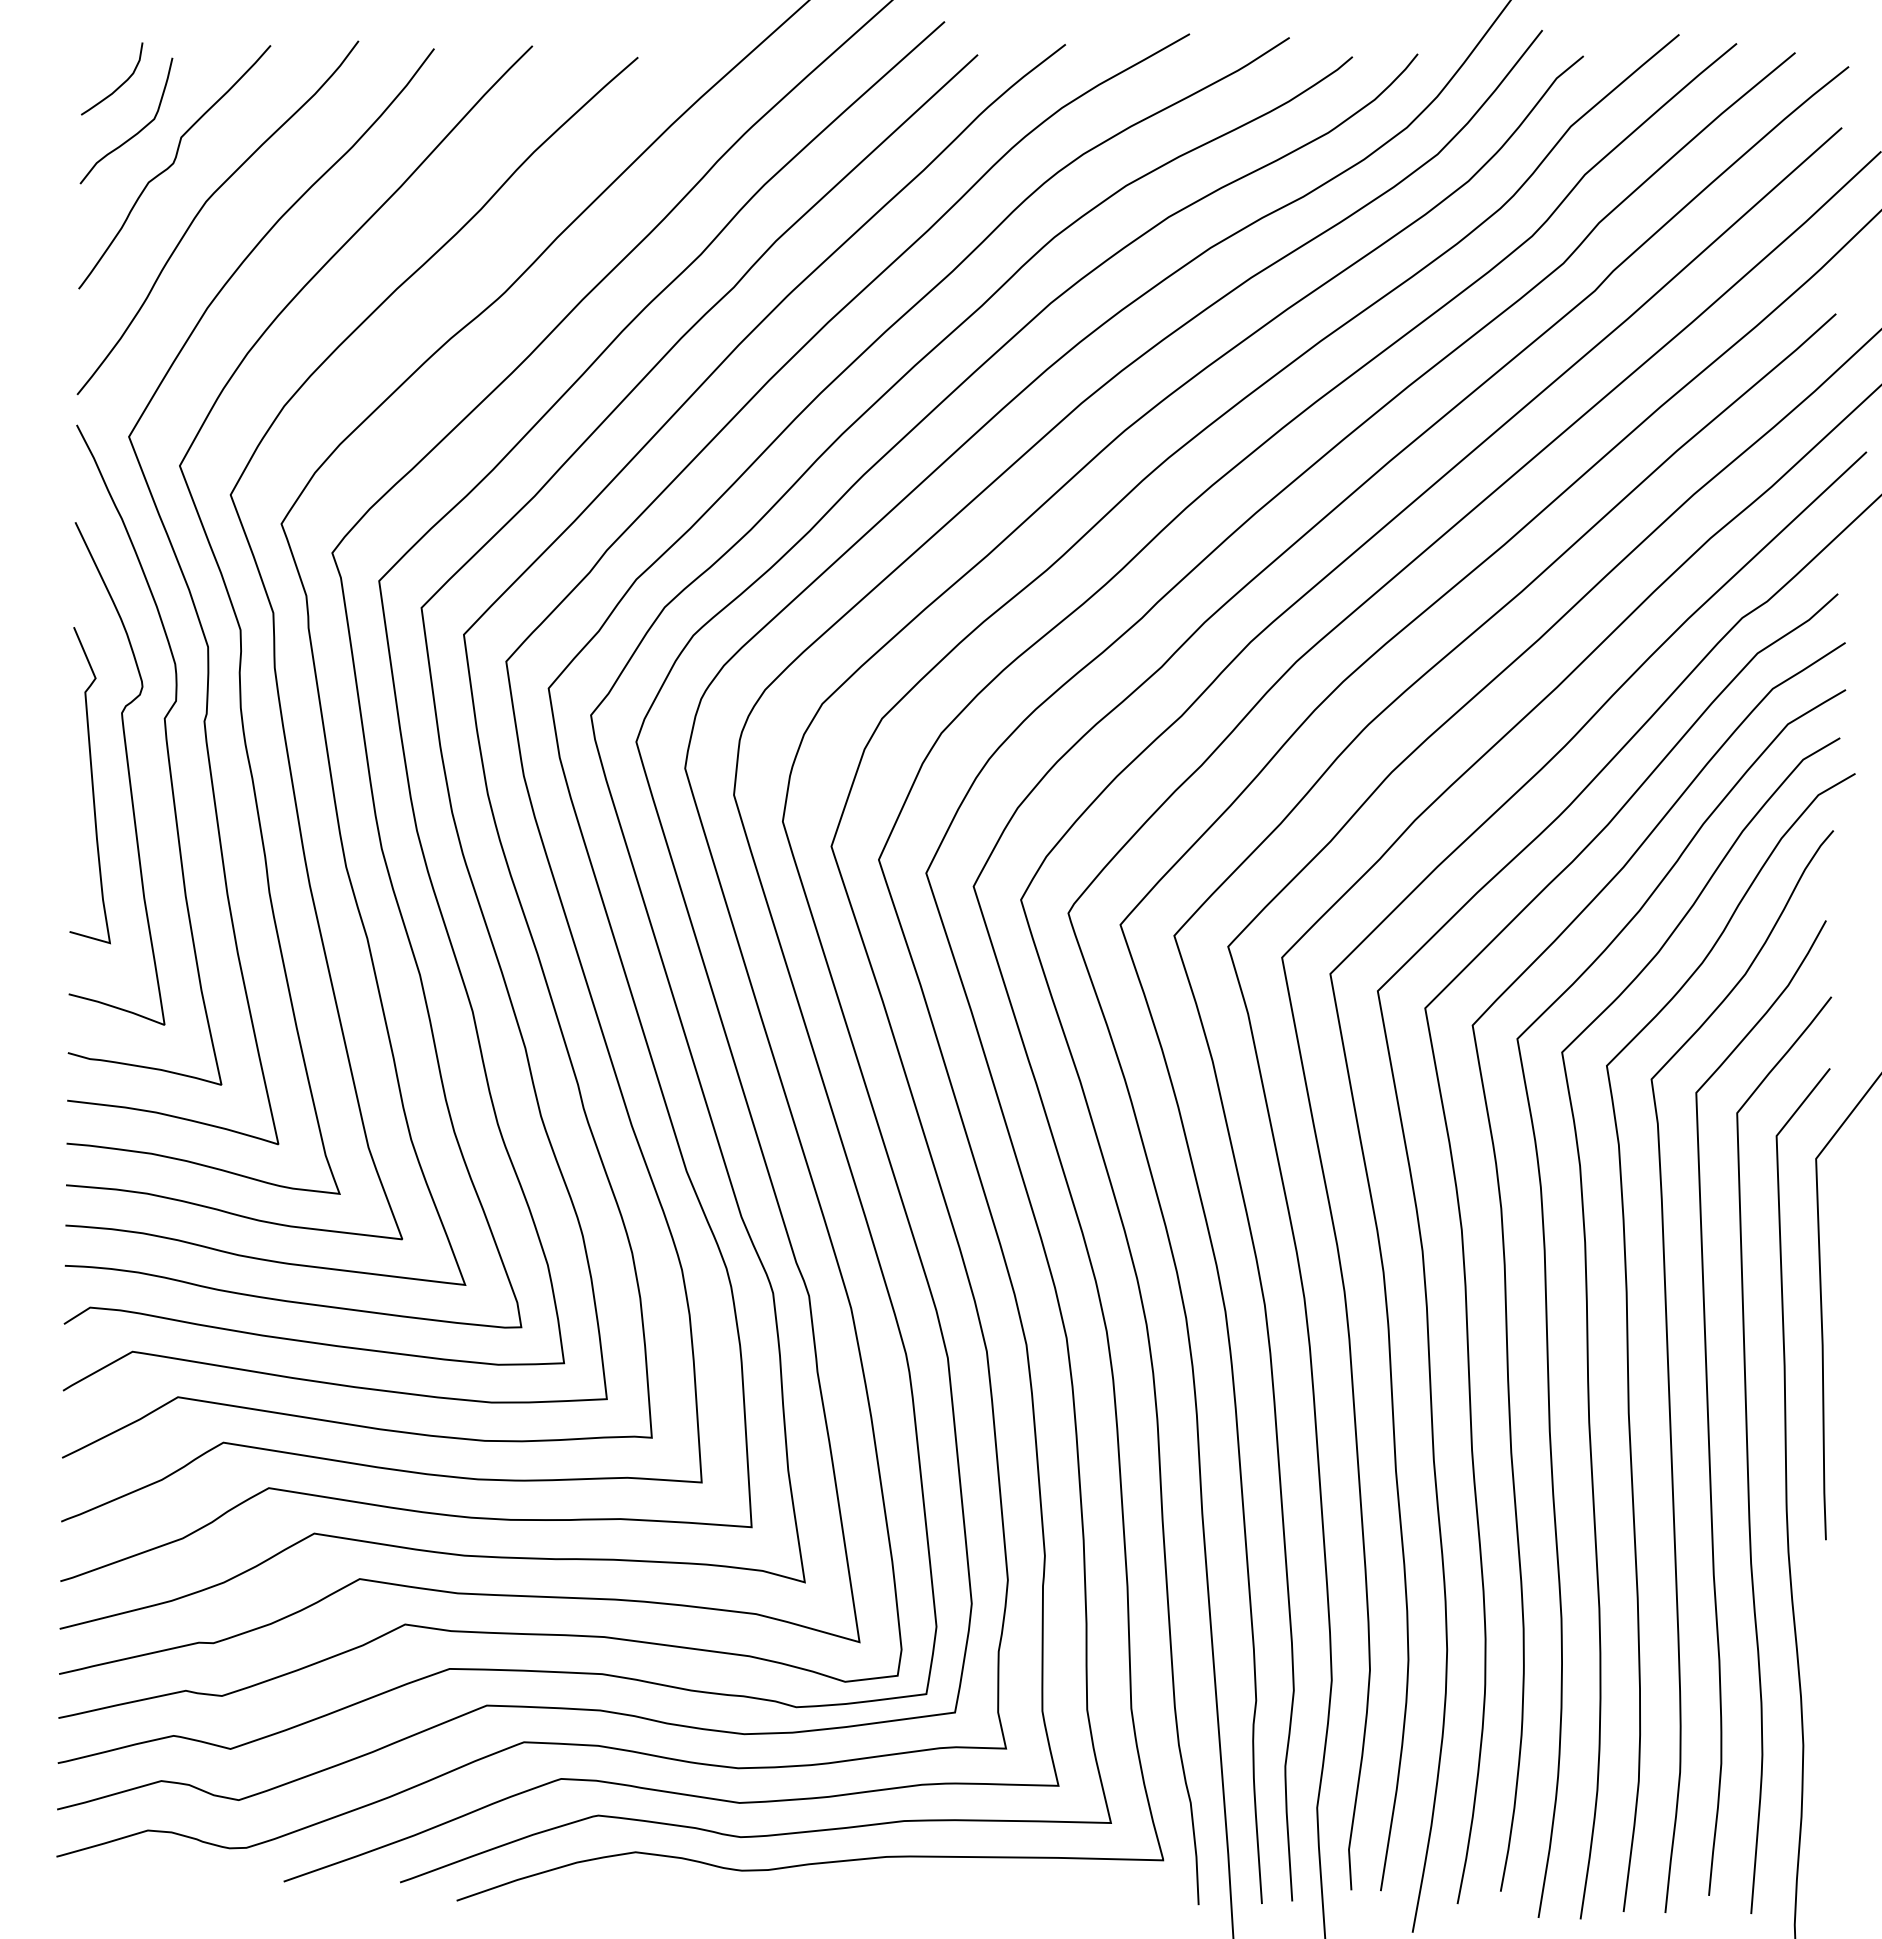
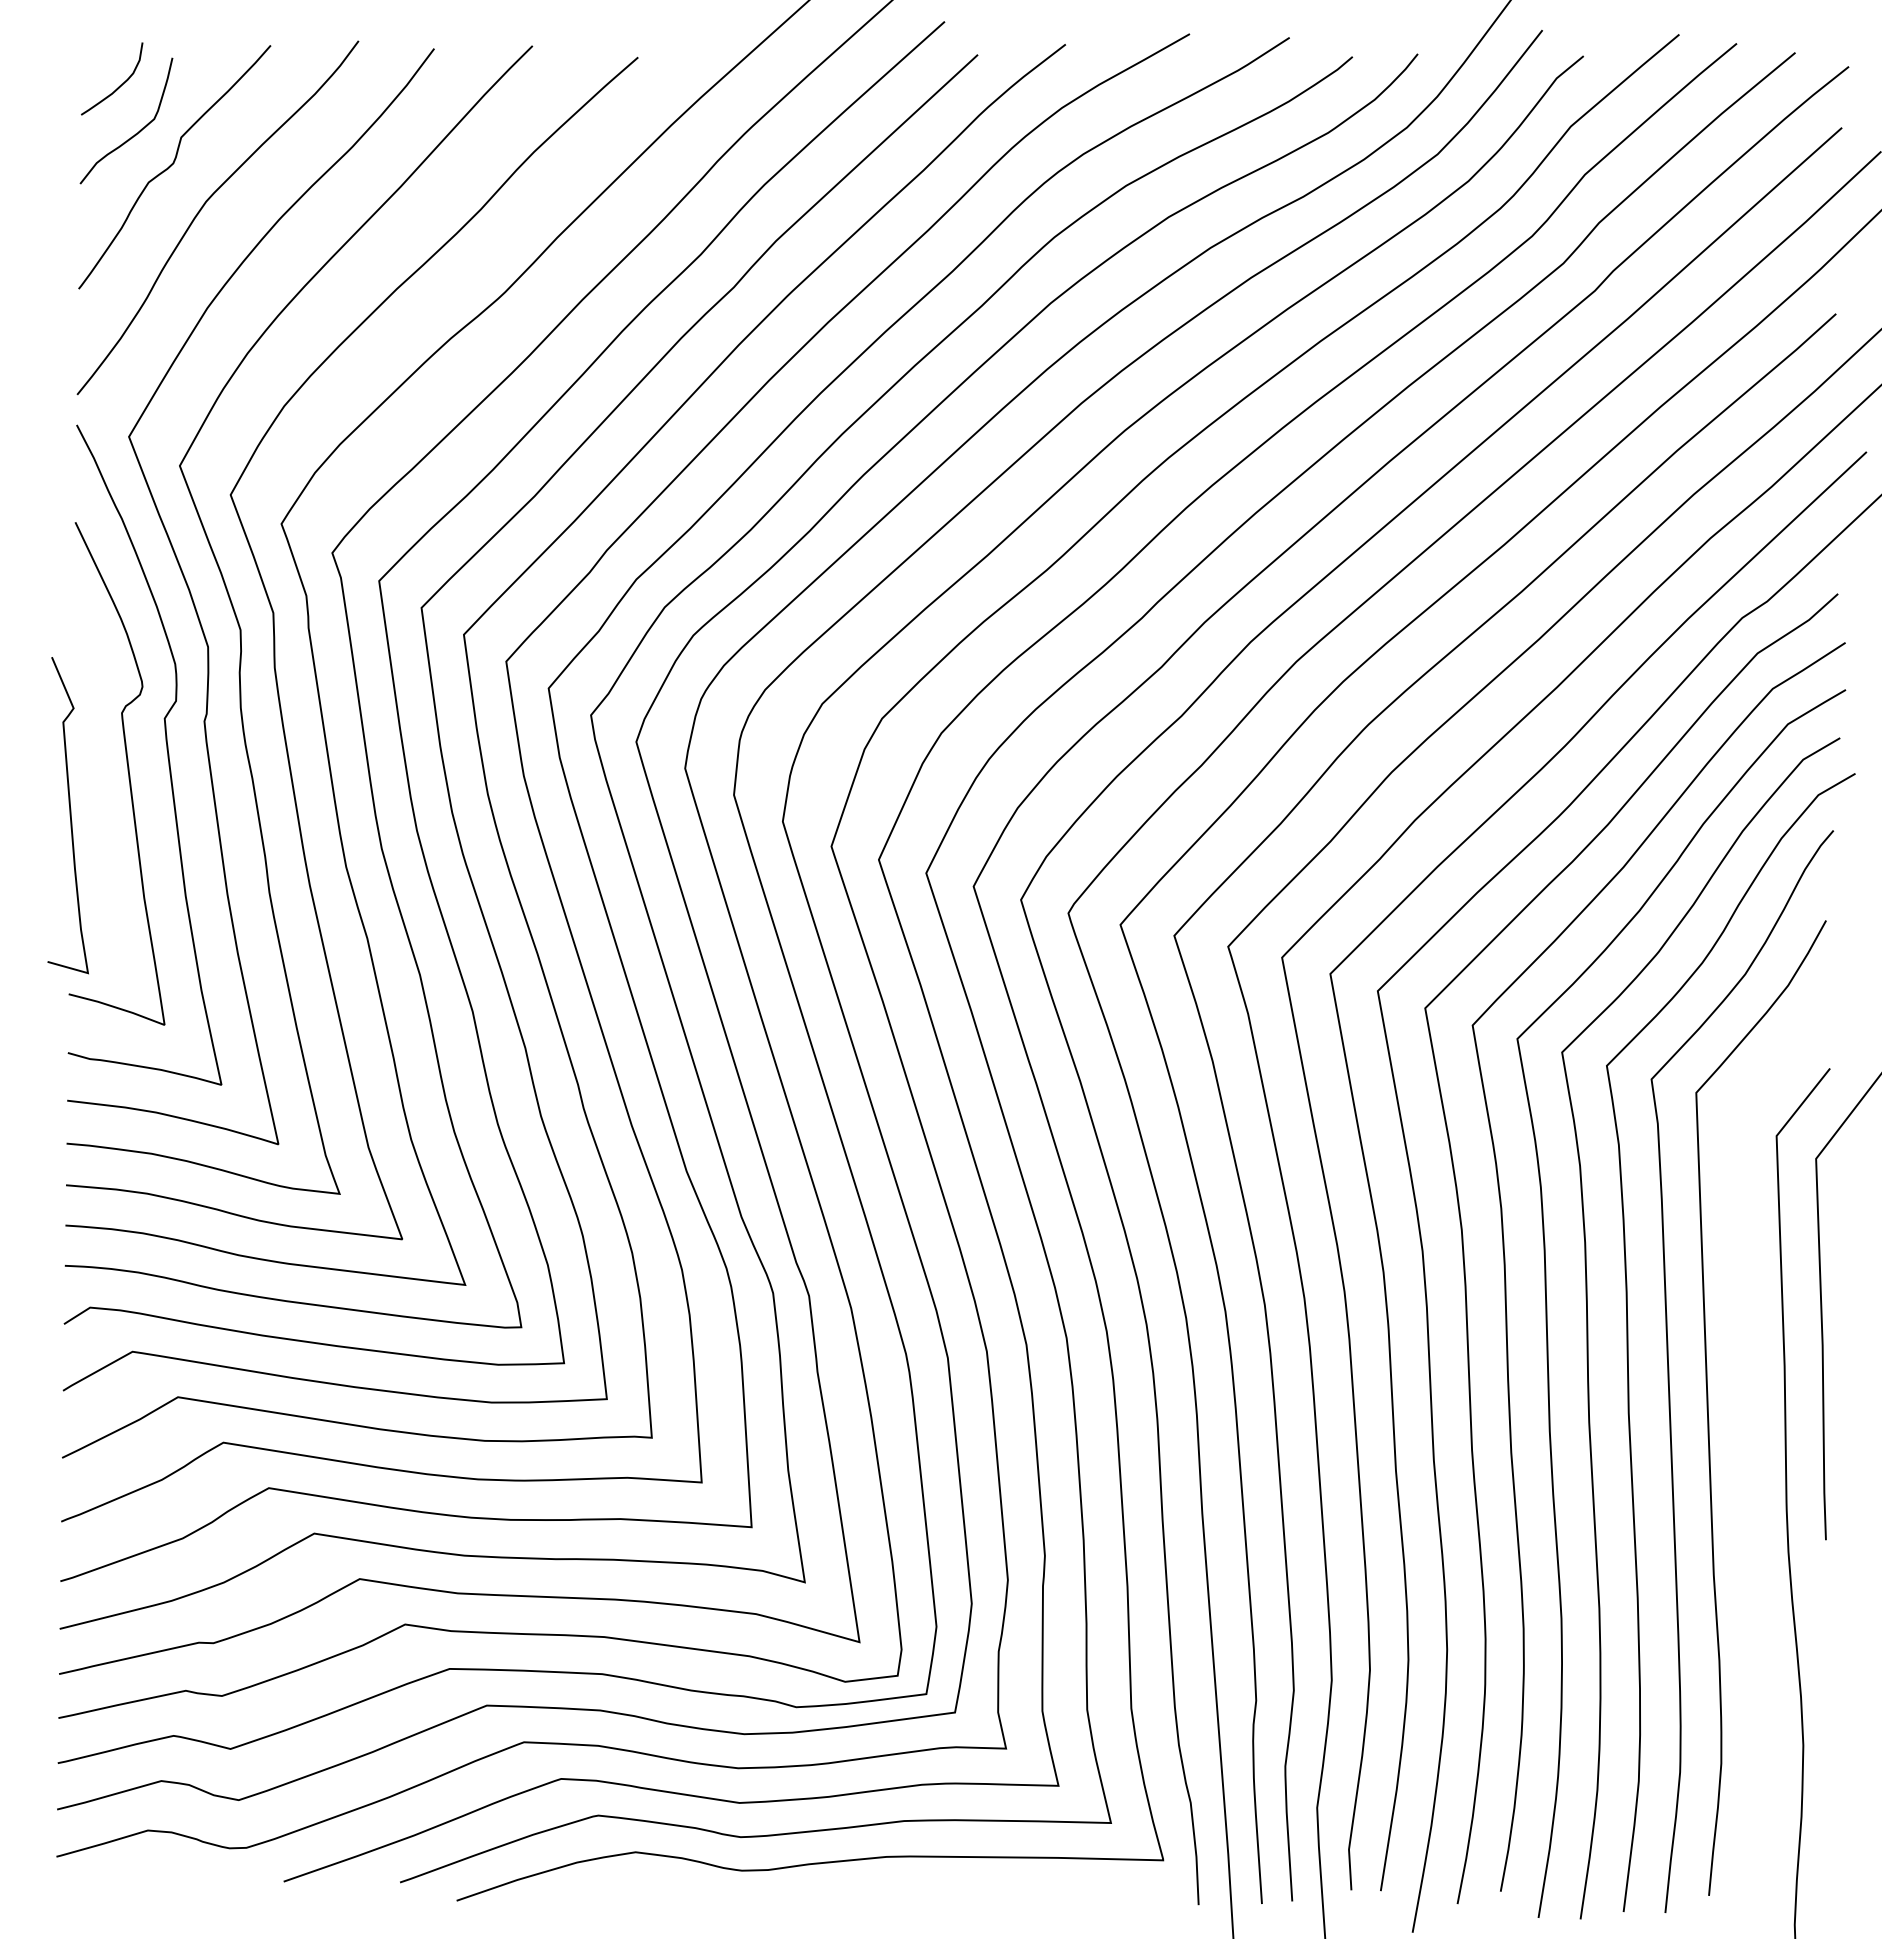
curve at (91, 785) position: (91, 785) -> (69, 815)
curve at (1748, 1454): present -> none
